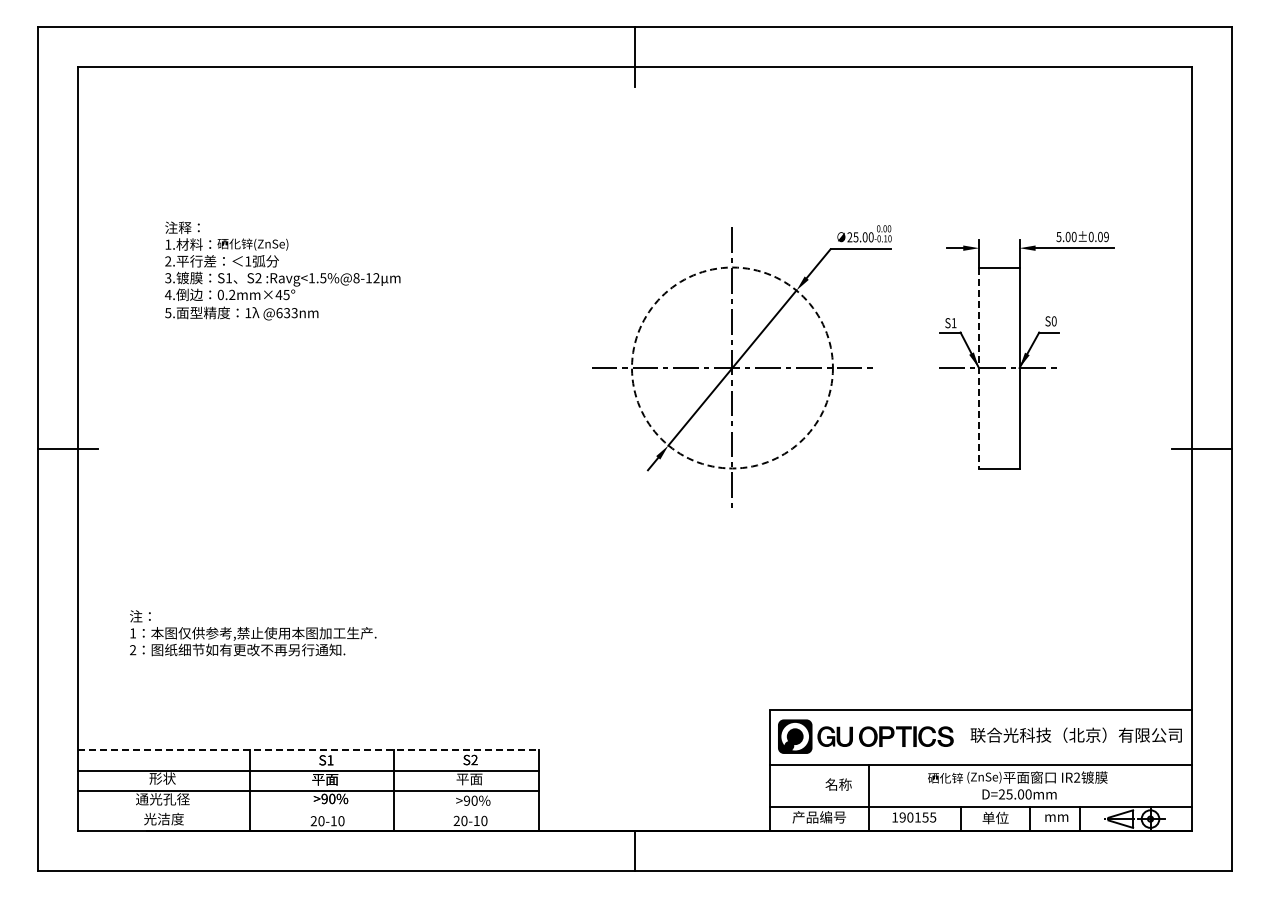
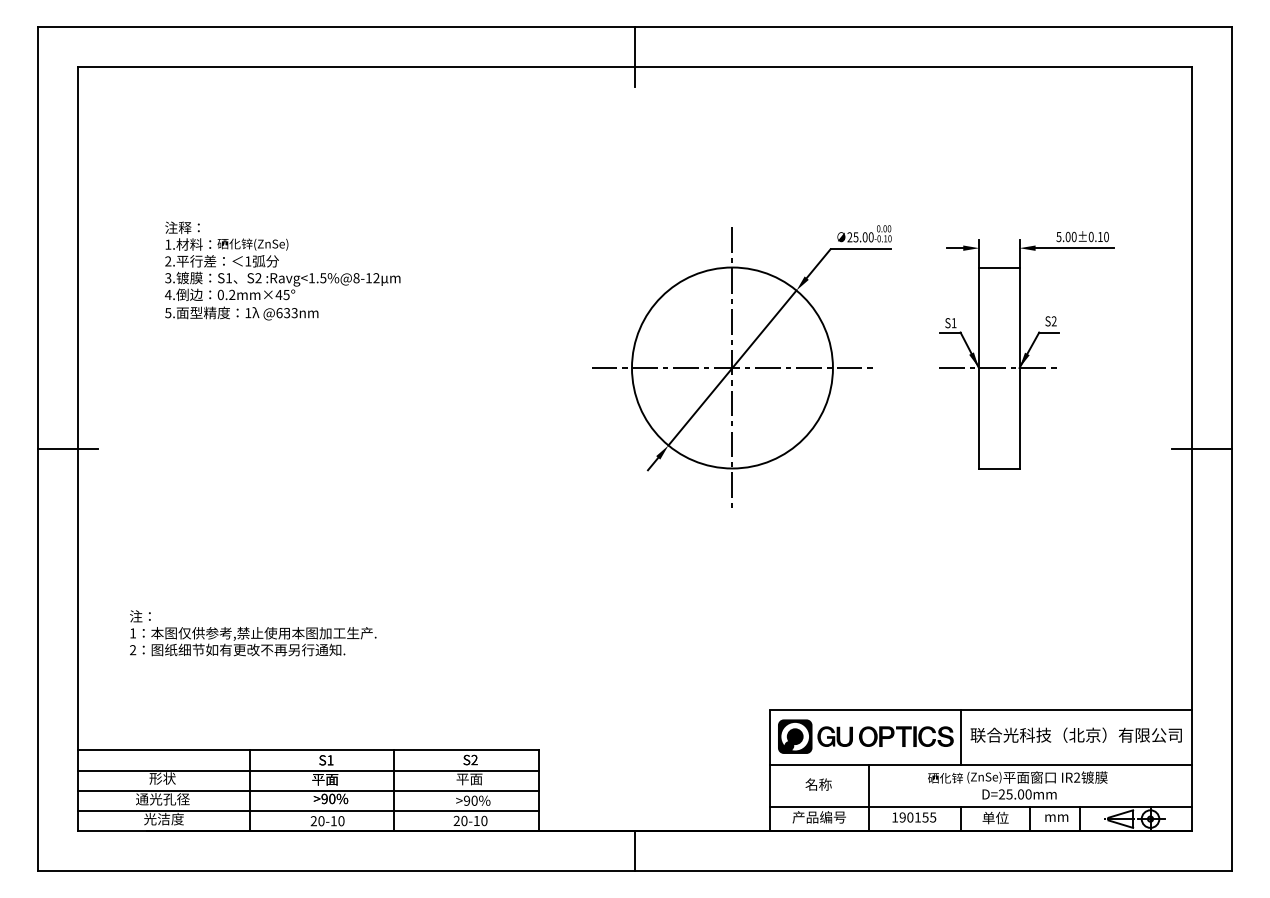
text at (1103, 236): 5.00±0.09 -> 5.00±0.10
text at (1053, 321): S0 -> S2
circle at (731, 367): dashed -> solid
line at (979, 368): dashed -> solid
line at (961, 737): none -> present
line at (309, 750): dashed -> solid
text at (838, 784) position: (838, 784) -> (818, 784)
line at (308, 810): none -> present
